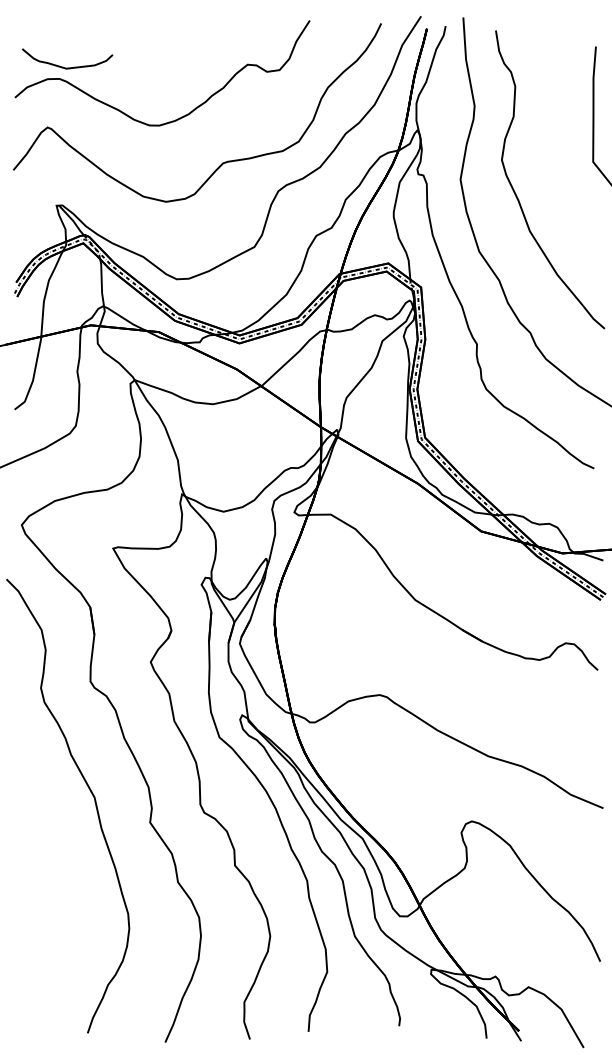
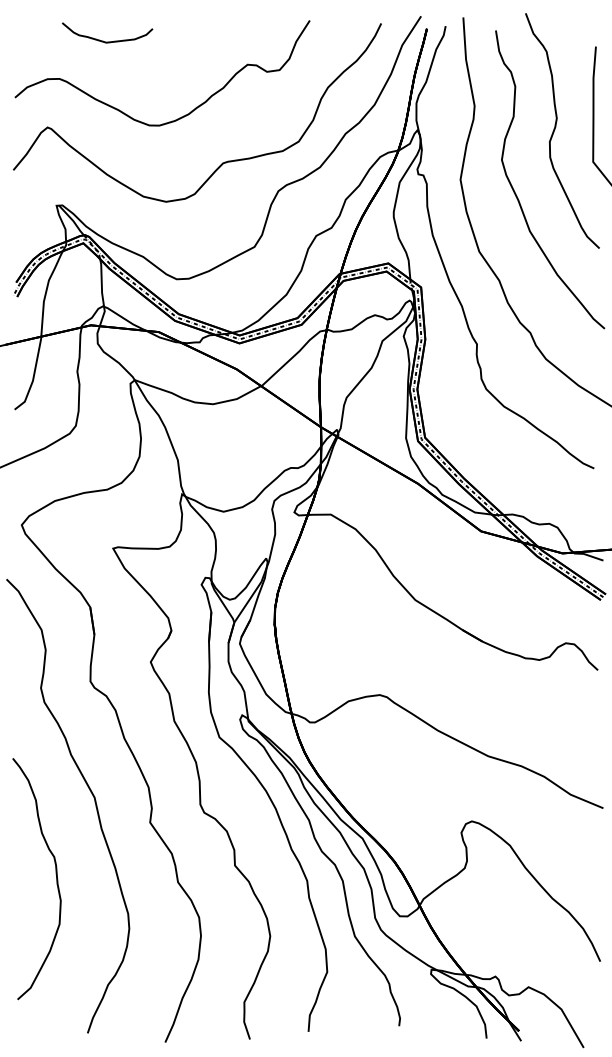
curve at (63, 66) position: (63, 66) -> (103, 40)
curve at (556, 127): none -> present
curve at (55, 874): none -> present
